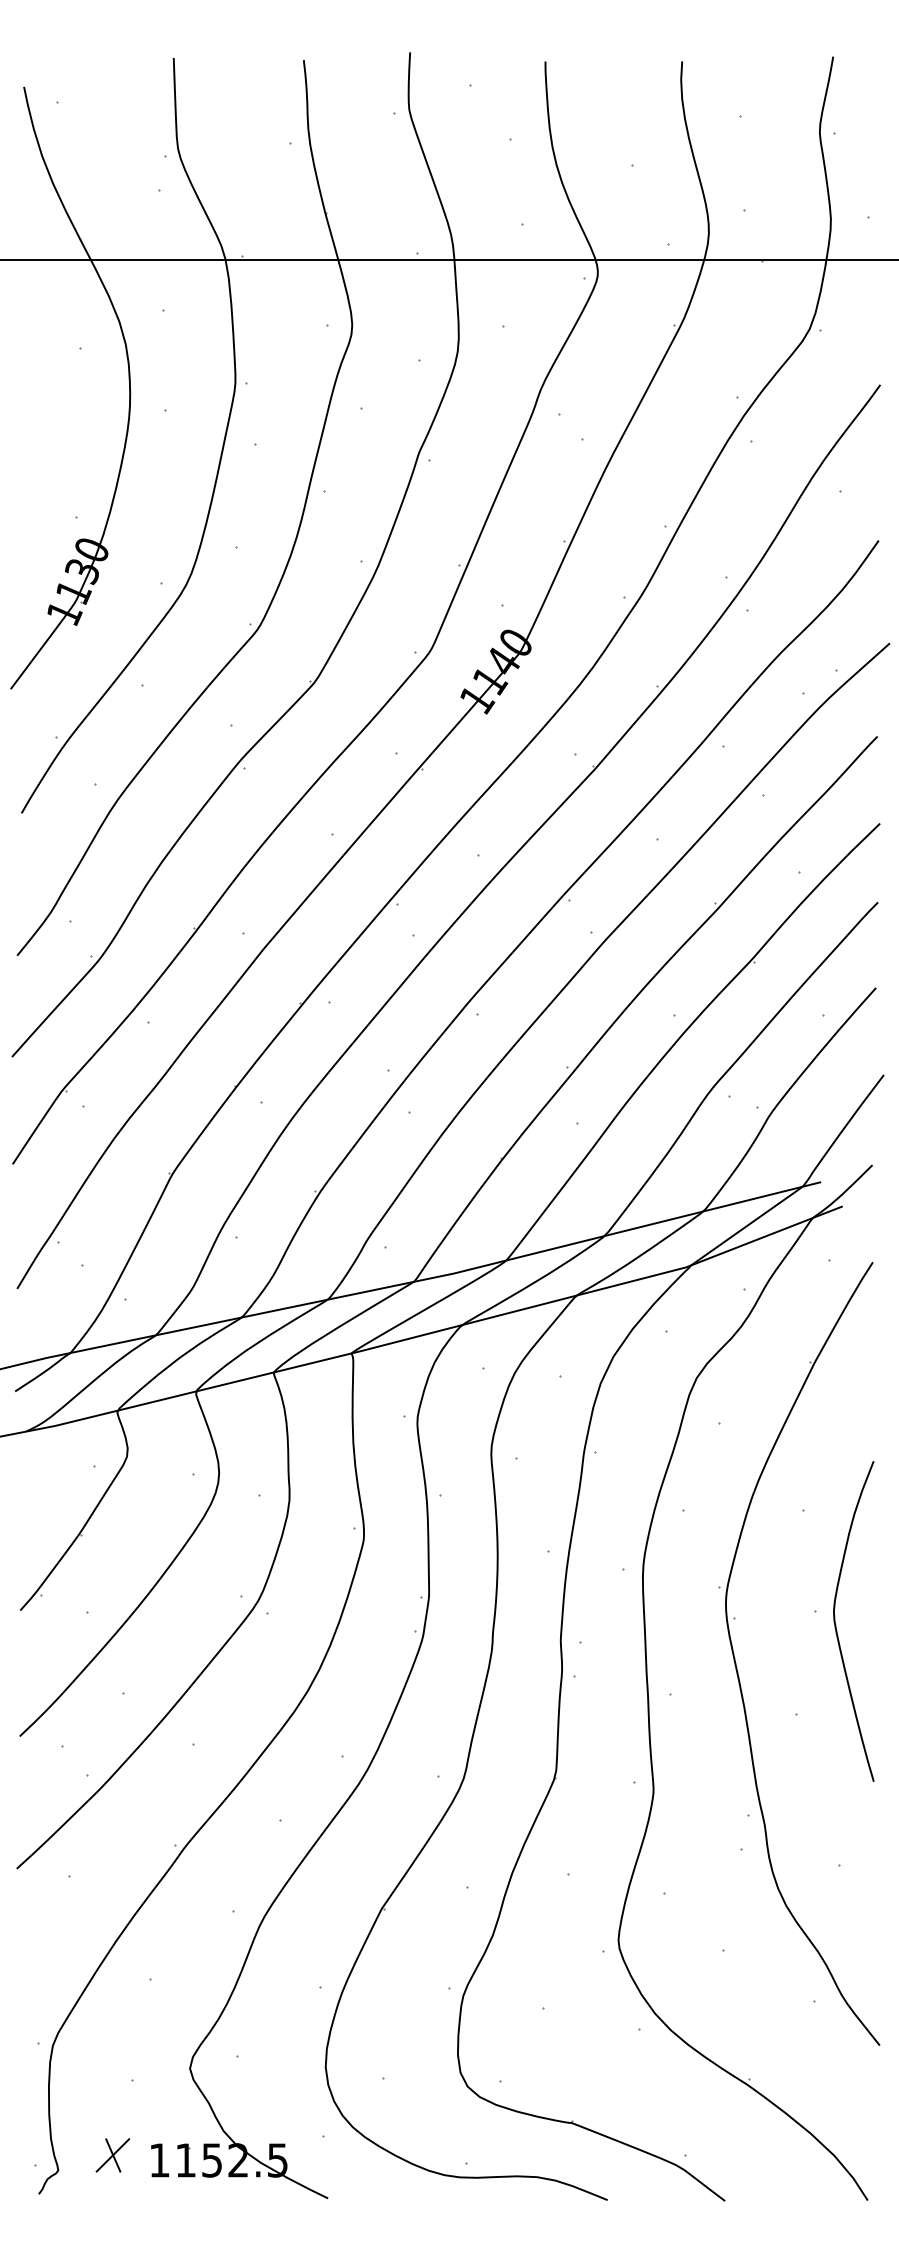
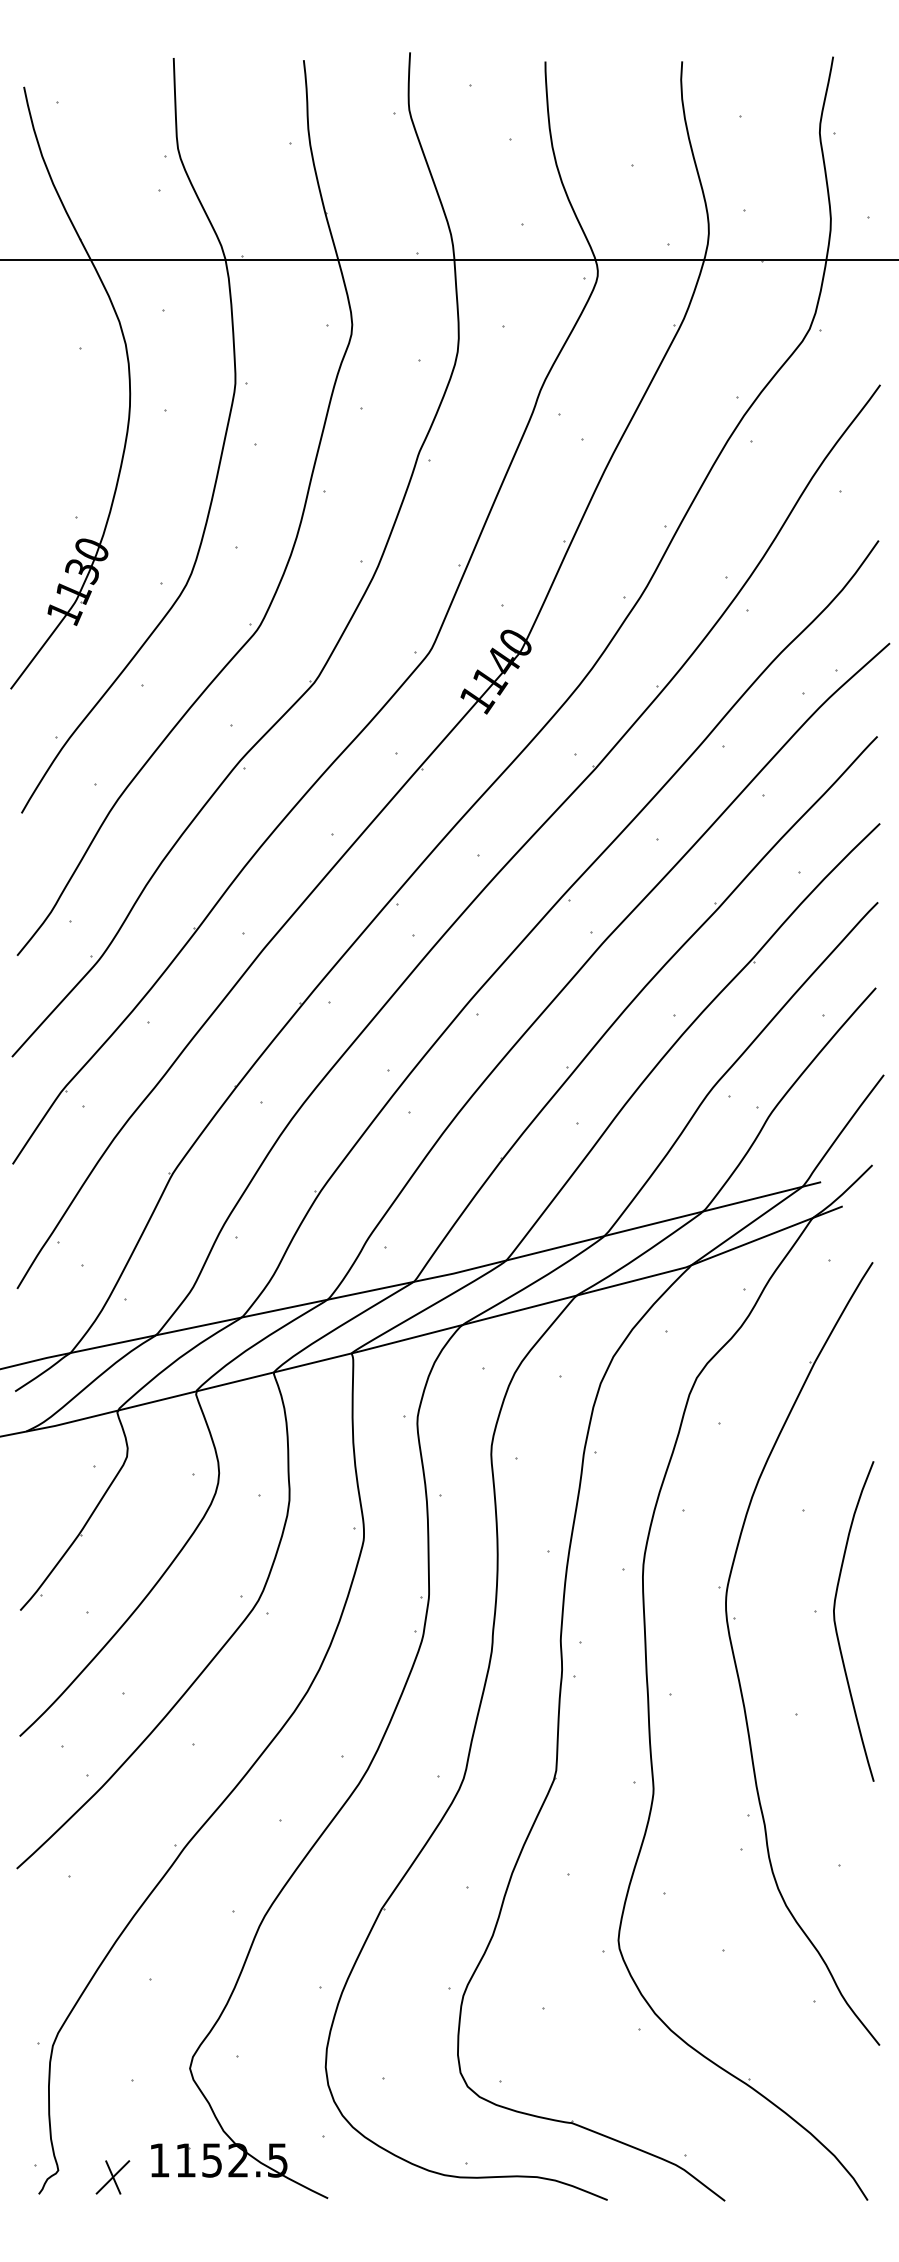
part at (112, 2155) position: (112, 2155) -> (112, 2177)
